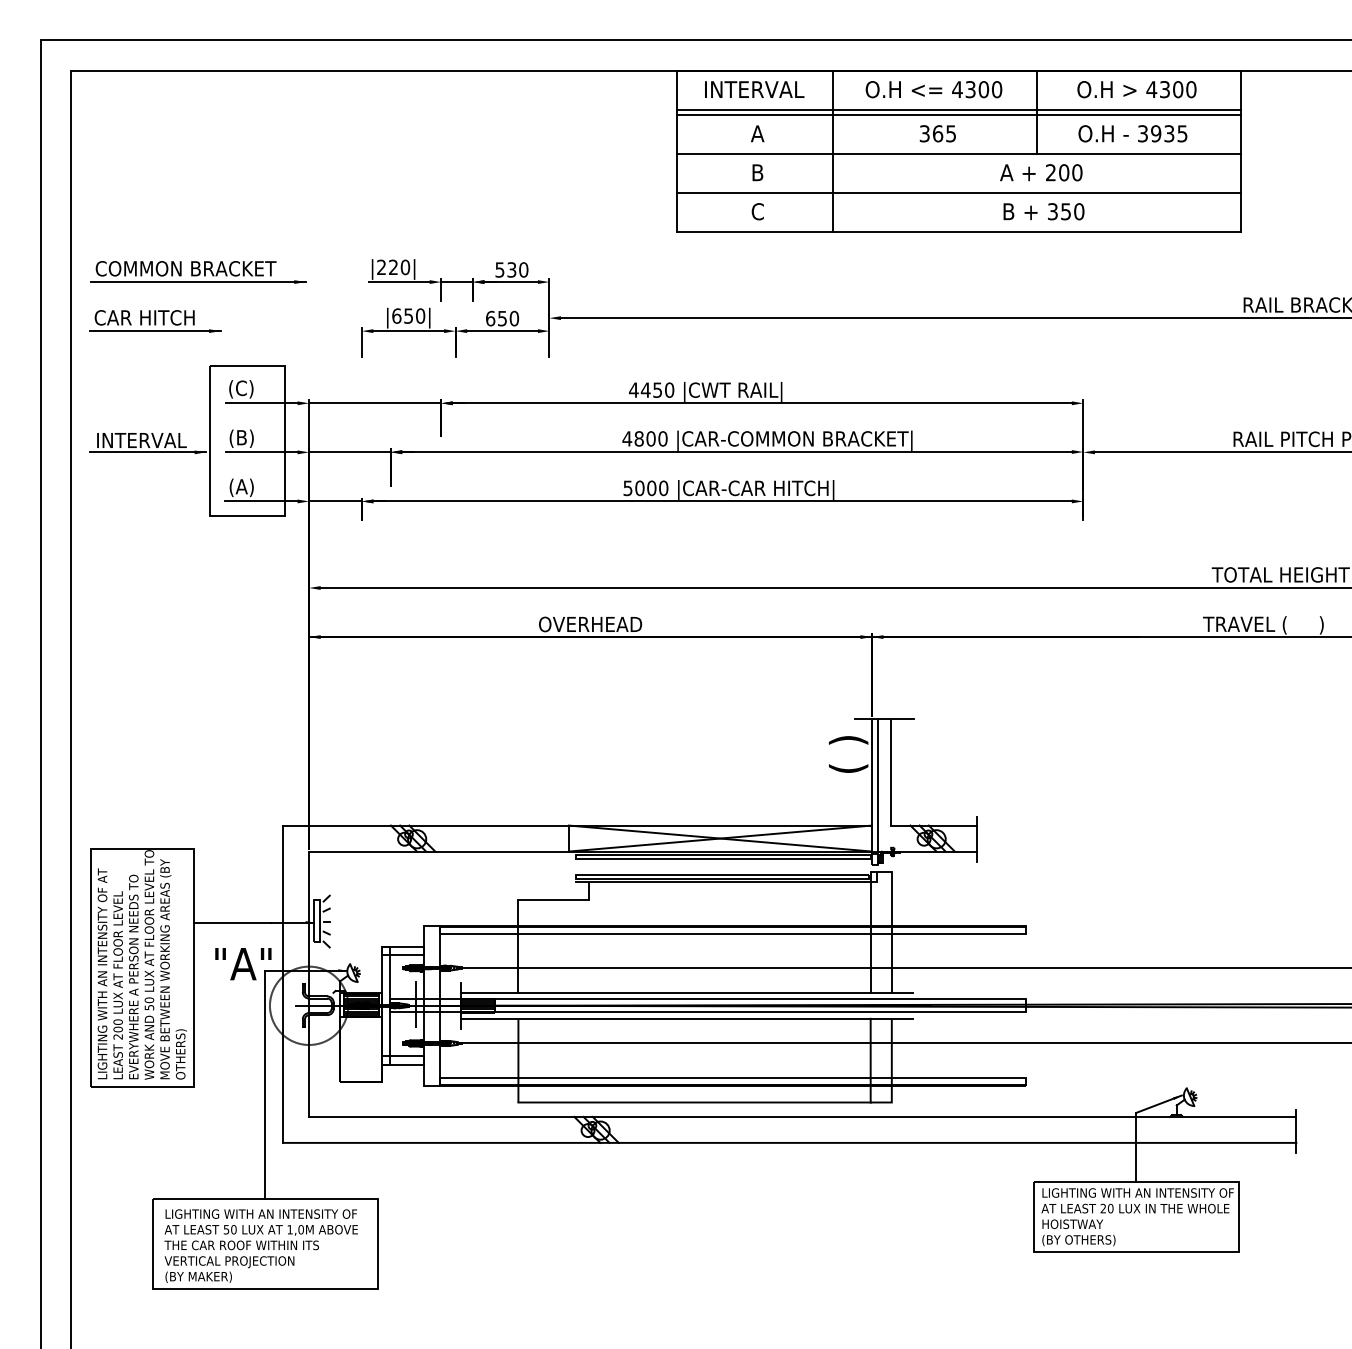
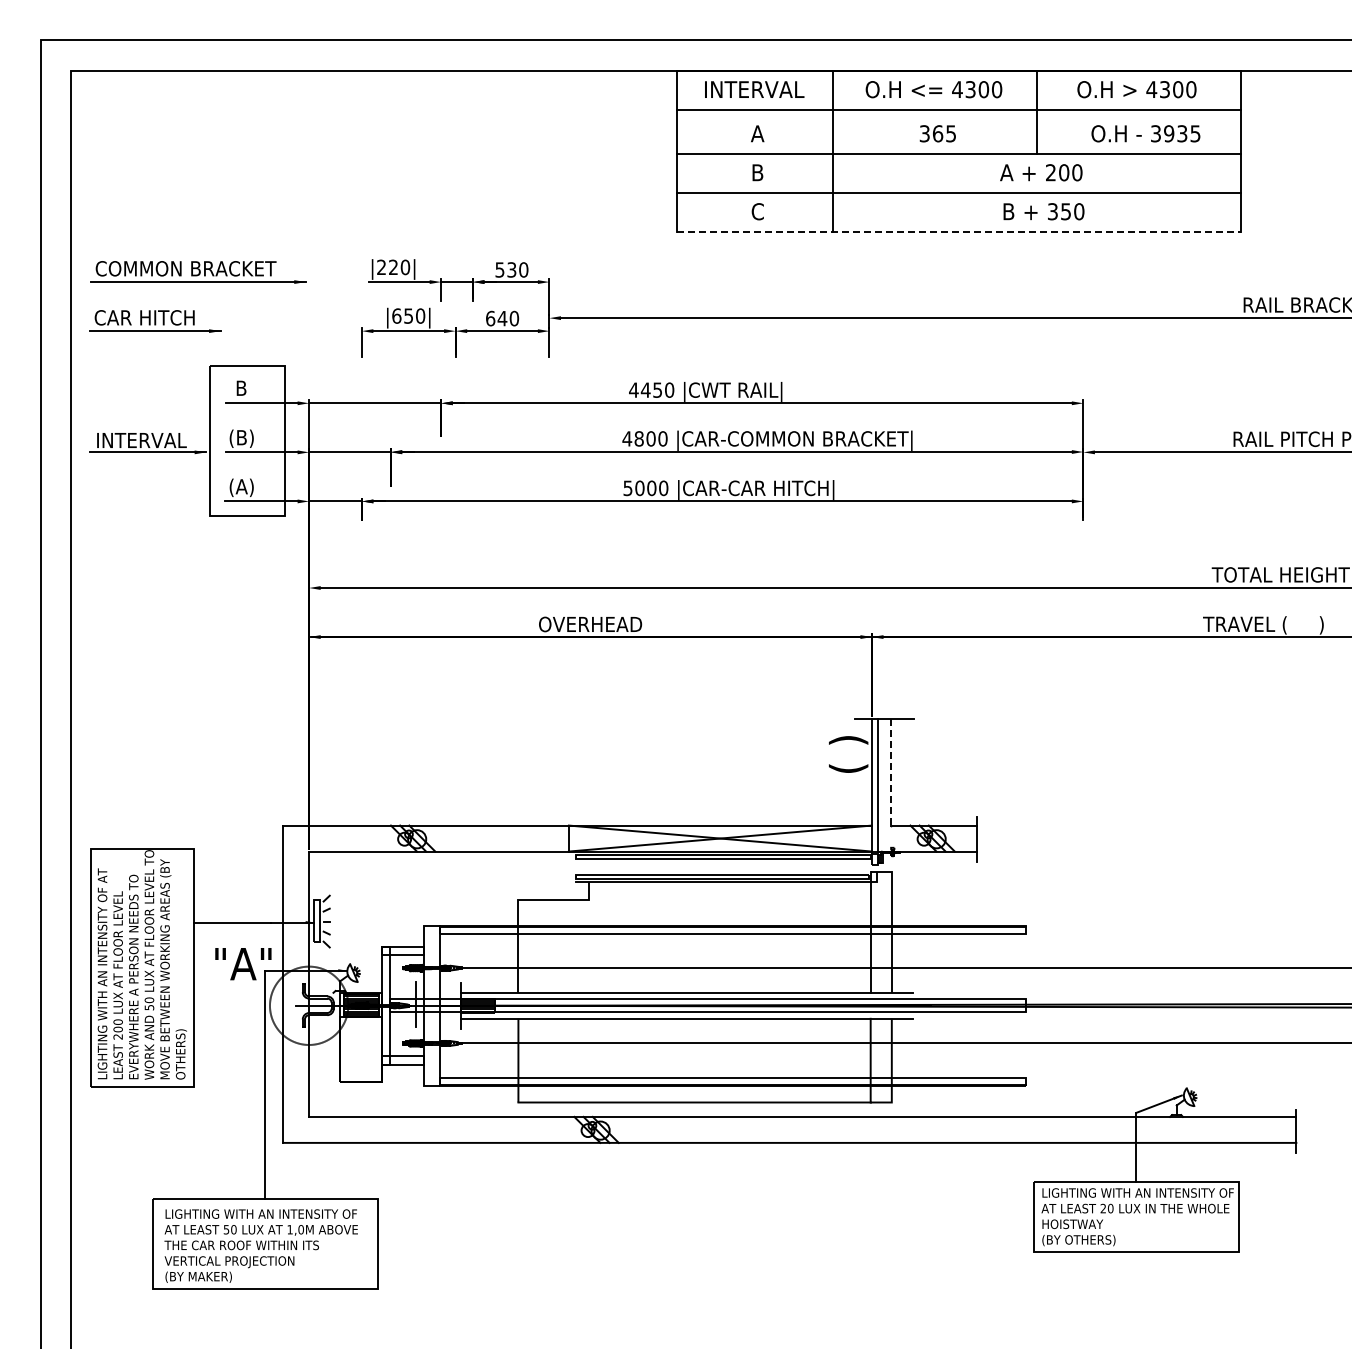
line at (958, 114): present -> none
text at (1132, 133) position: (1132, 133) -> (1145, 133)
line at (959, 231): solid -> dashed
text at (502, 318): 650 -> 640
text at (241, 389): (C) -> B
line at (891, 772): solid -> dashed
